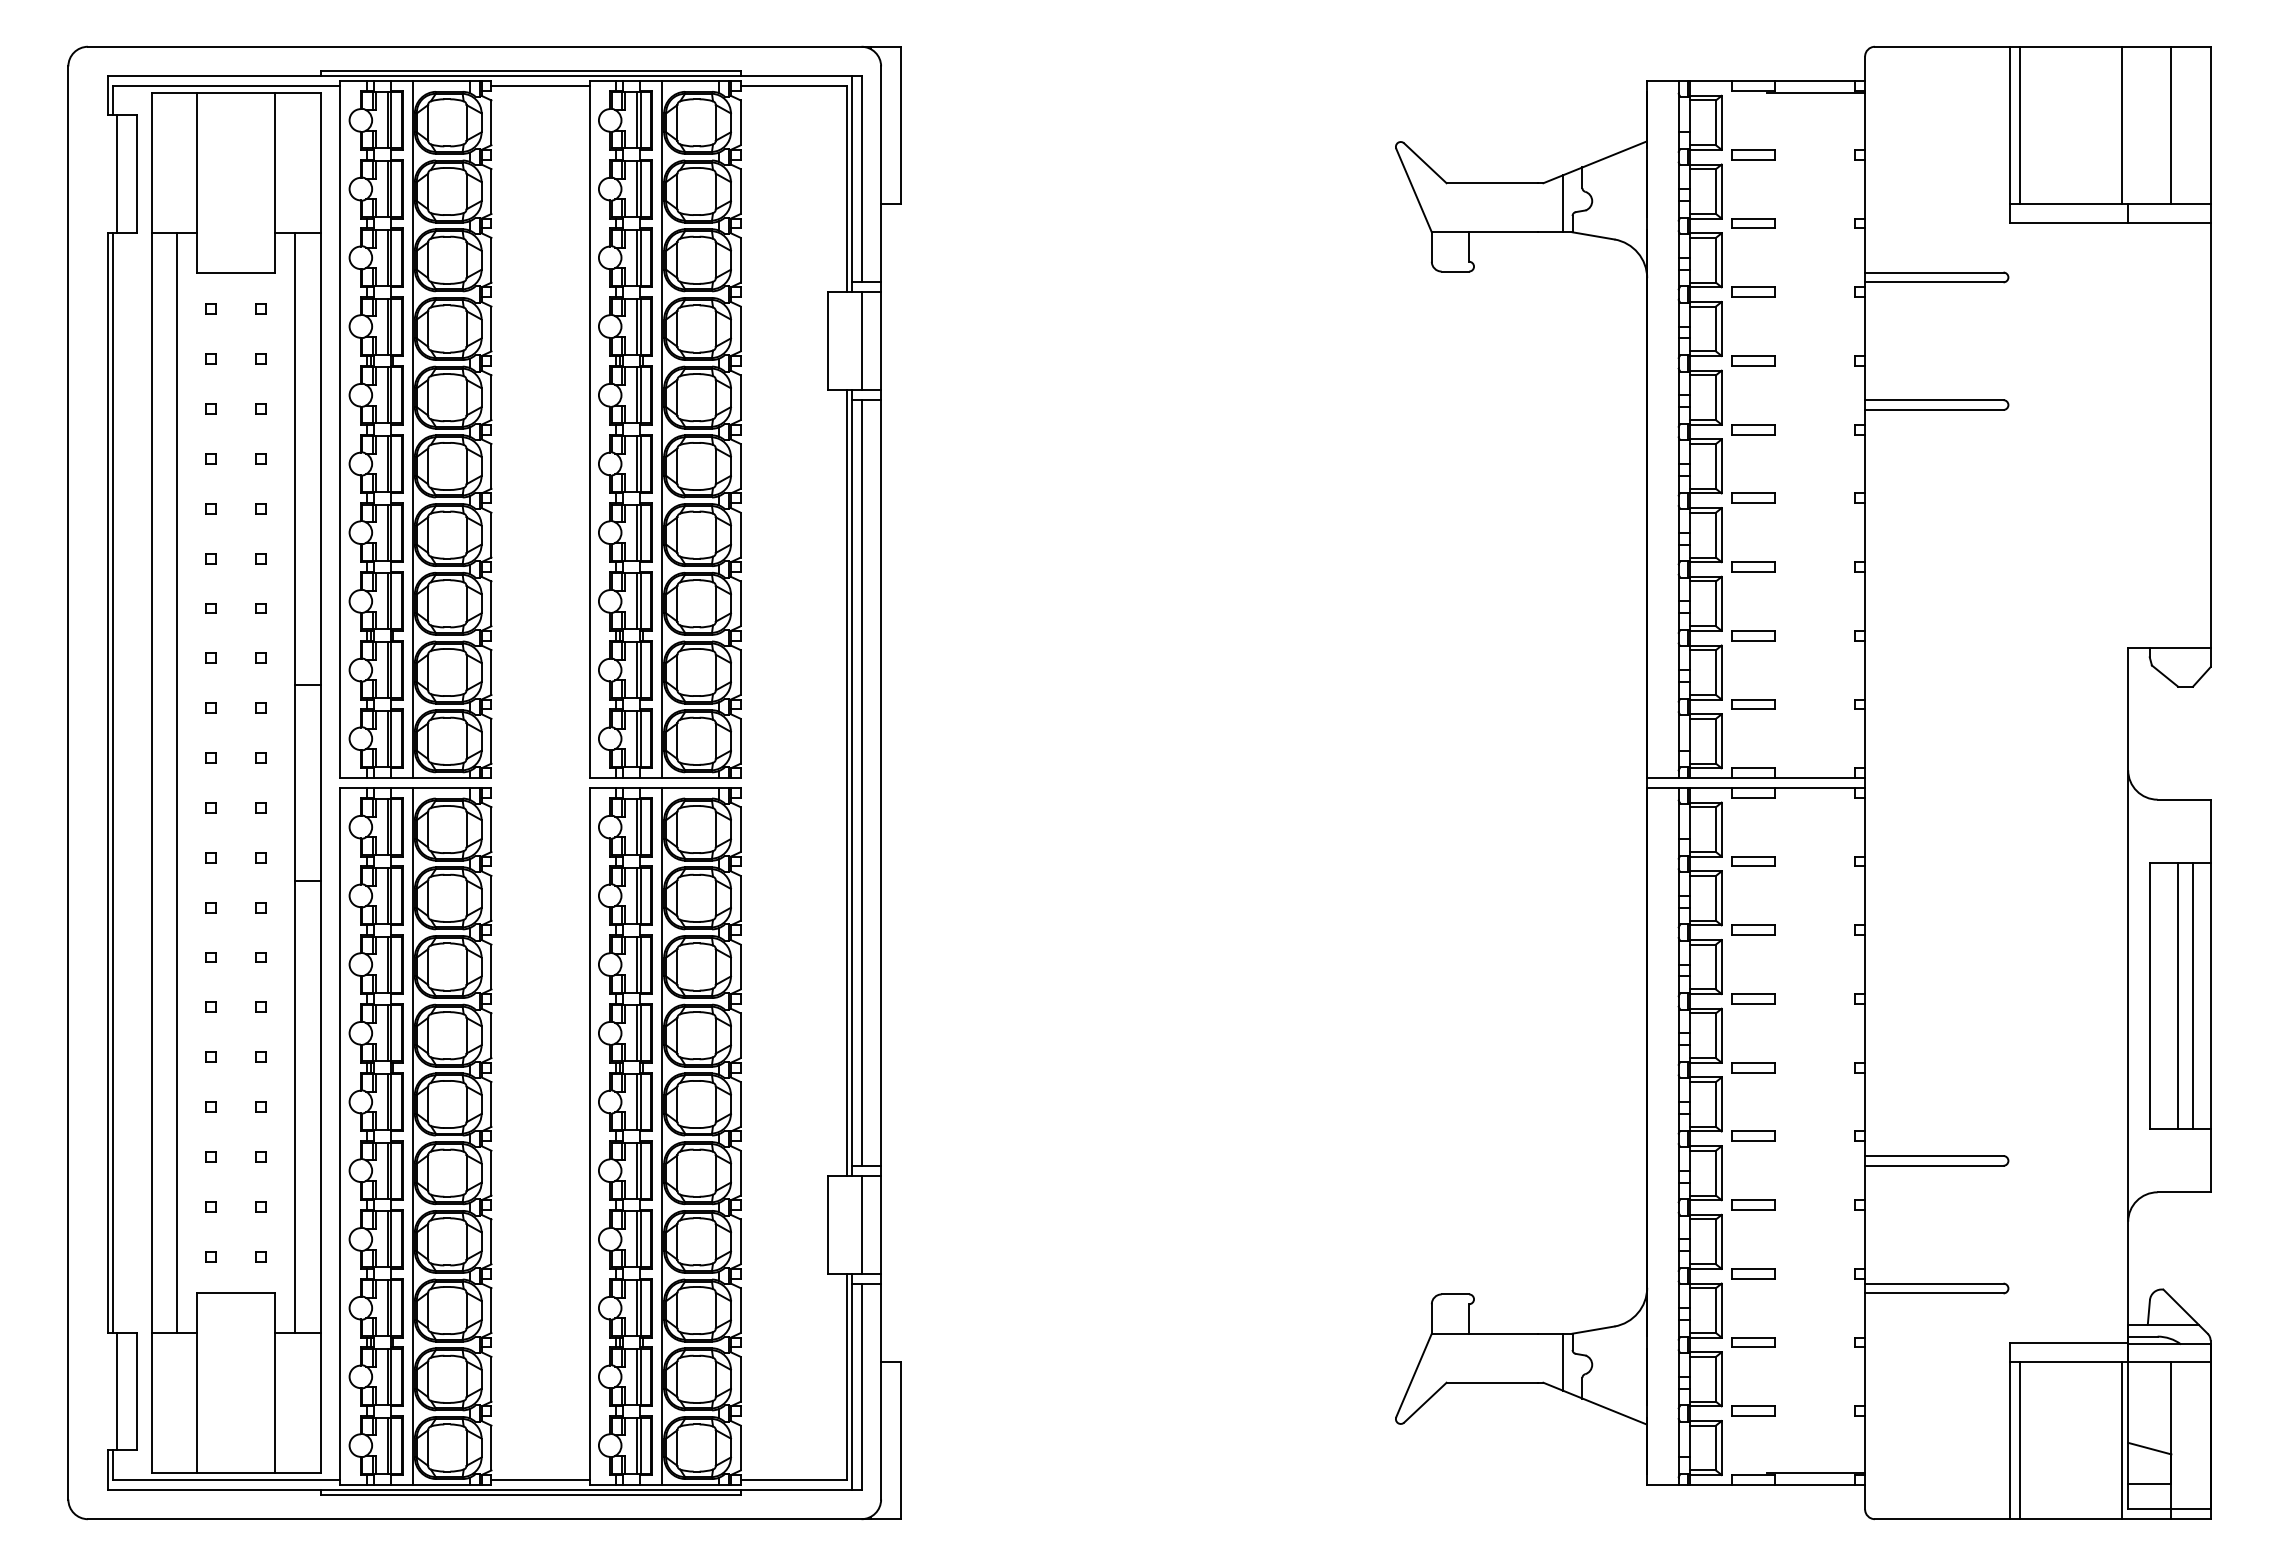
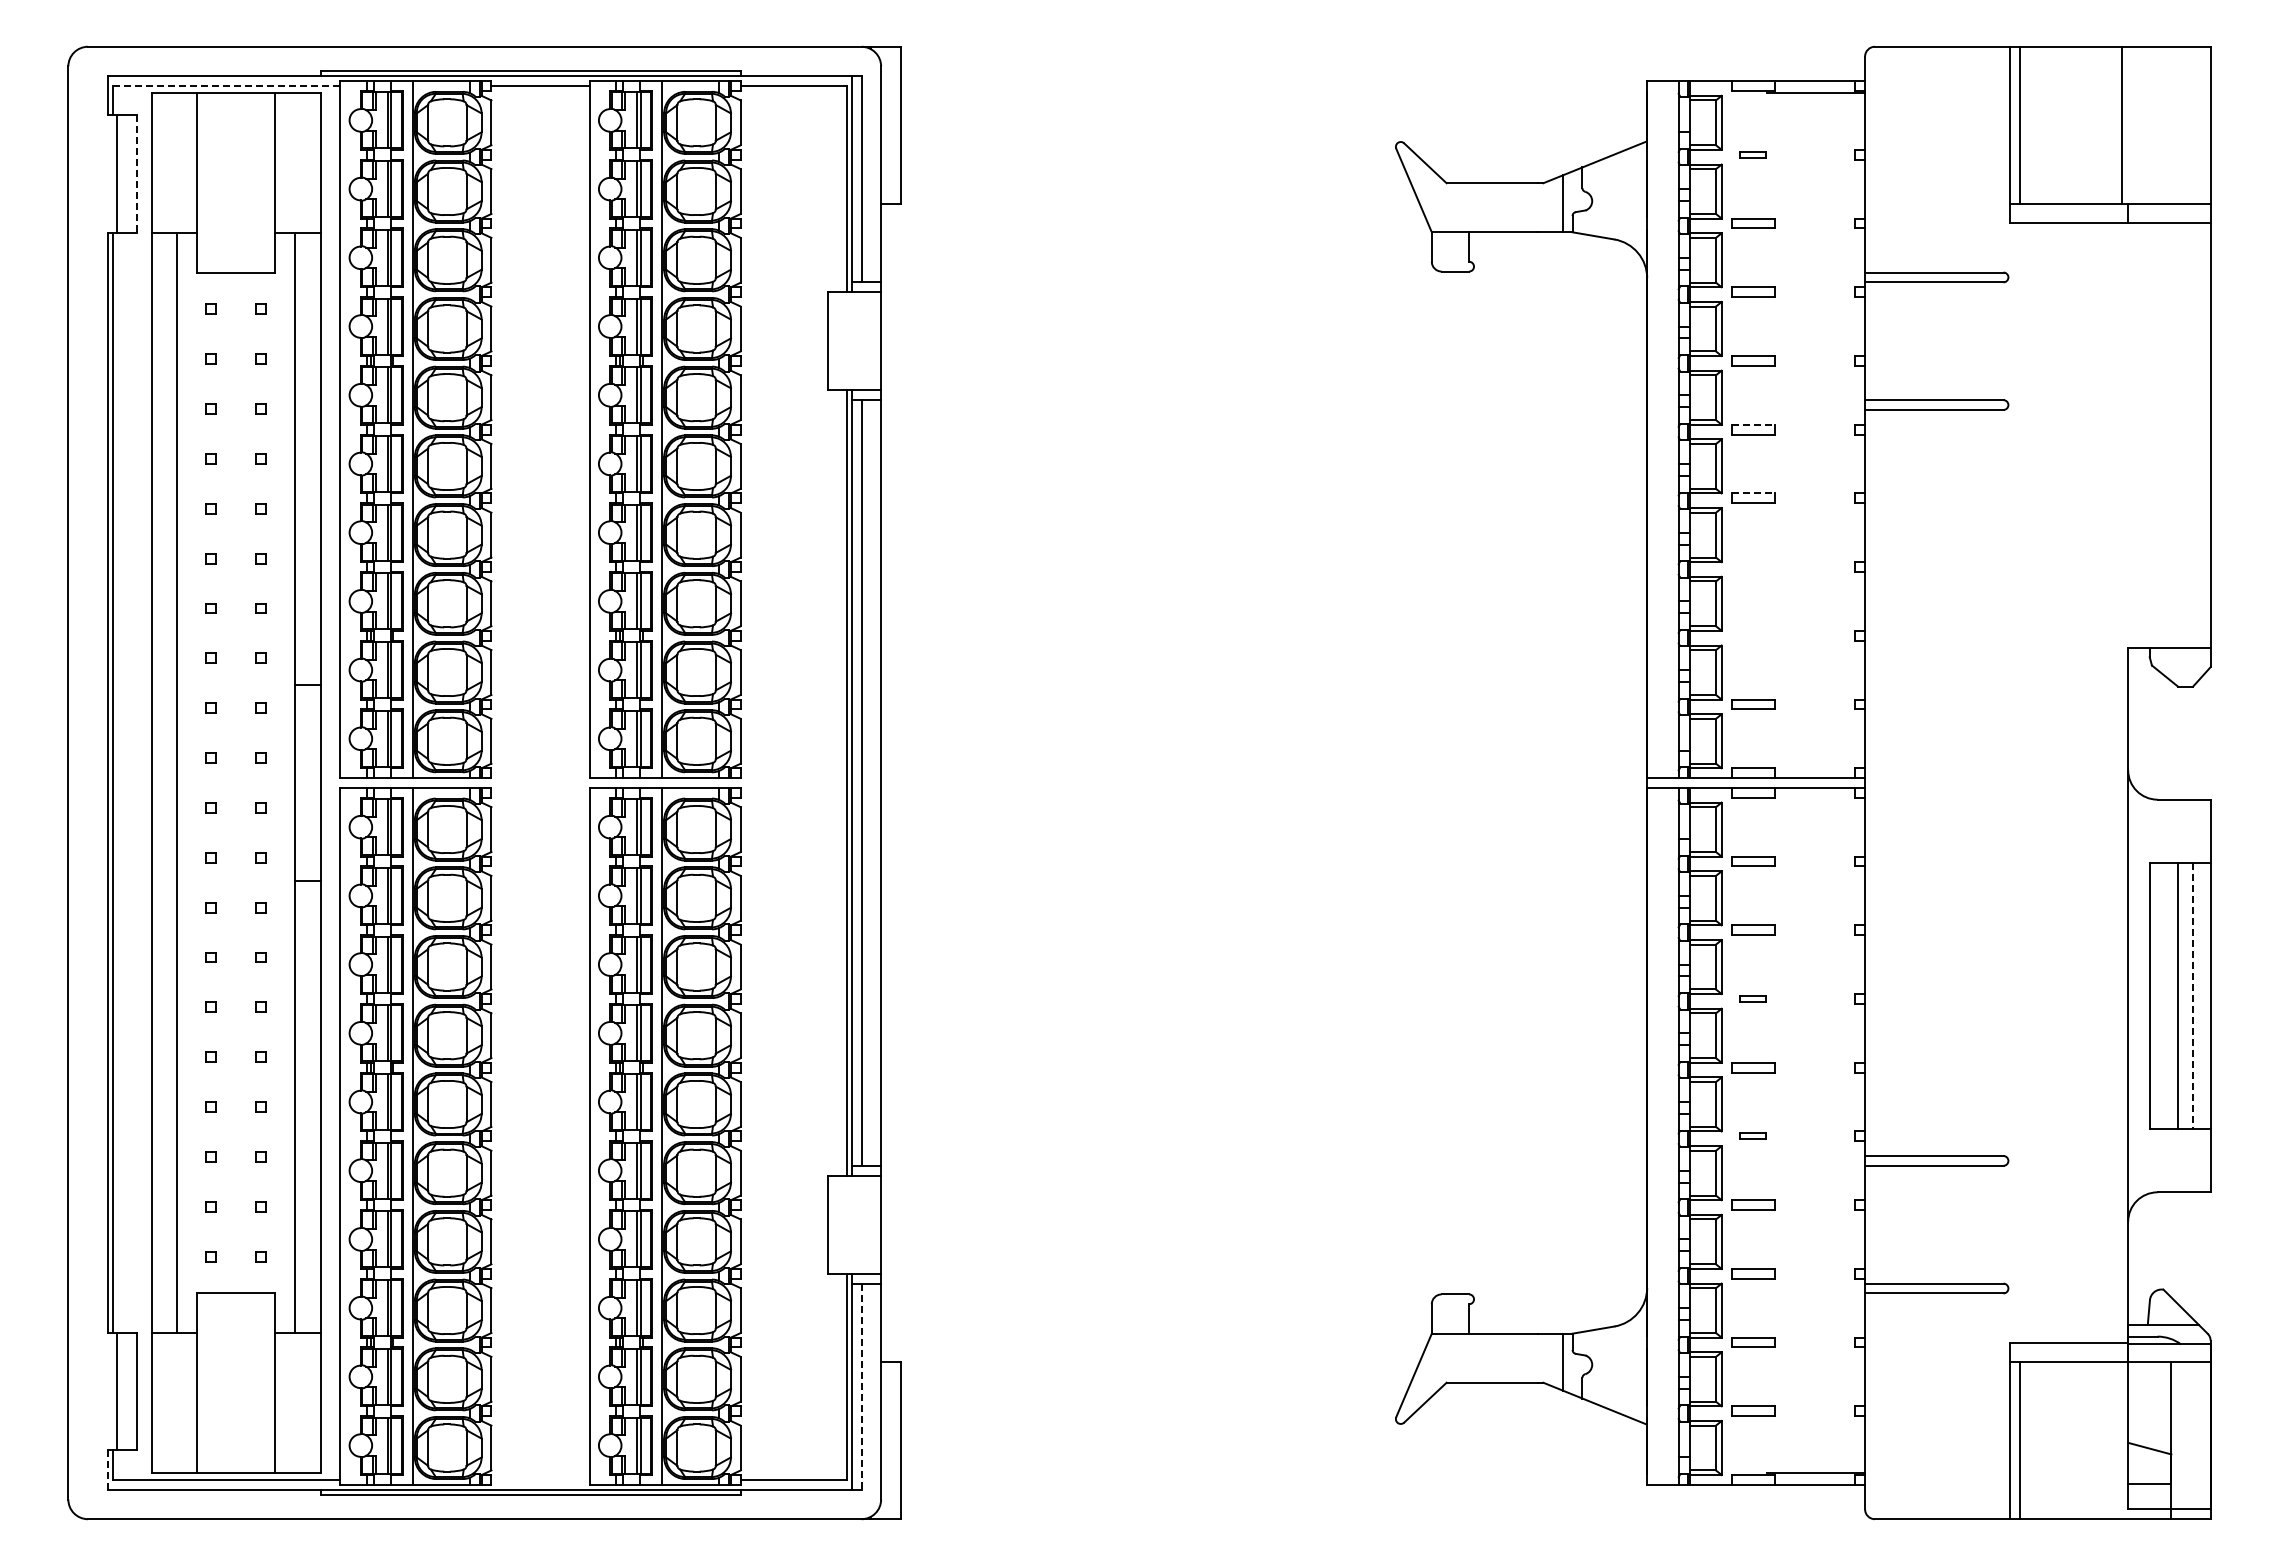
line at (226, 86): solid -> dashed
line at (2171, 124): present -> none
part at (1753, 154) size: 45x12 px -> 28x8 px
line at (137, 174): solid -> dashed
line at (861, 341): present -> none
line at (1753, 424): solid -> dashed
line at (1753, 493): solid -> dashed
part at (1753, 566): present -> none
part at (1753, 635): present -> none
line at (2192, 996): solid -> dashed
part at (1753, 998) size: 45x12 px -> 28x8 px
part at (1753, 1135) size: 45x12 px -> 28x8 px
line at (861, 1224): present -> none
line at (861, 1387): solid -> dashed
line at (2122, 1440): present -> none
line at (107, 1470): solid -> dashed
line at (540, 1479): present -> none
